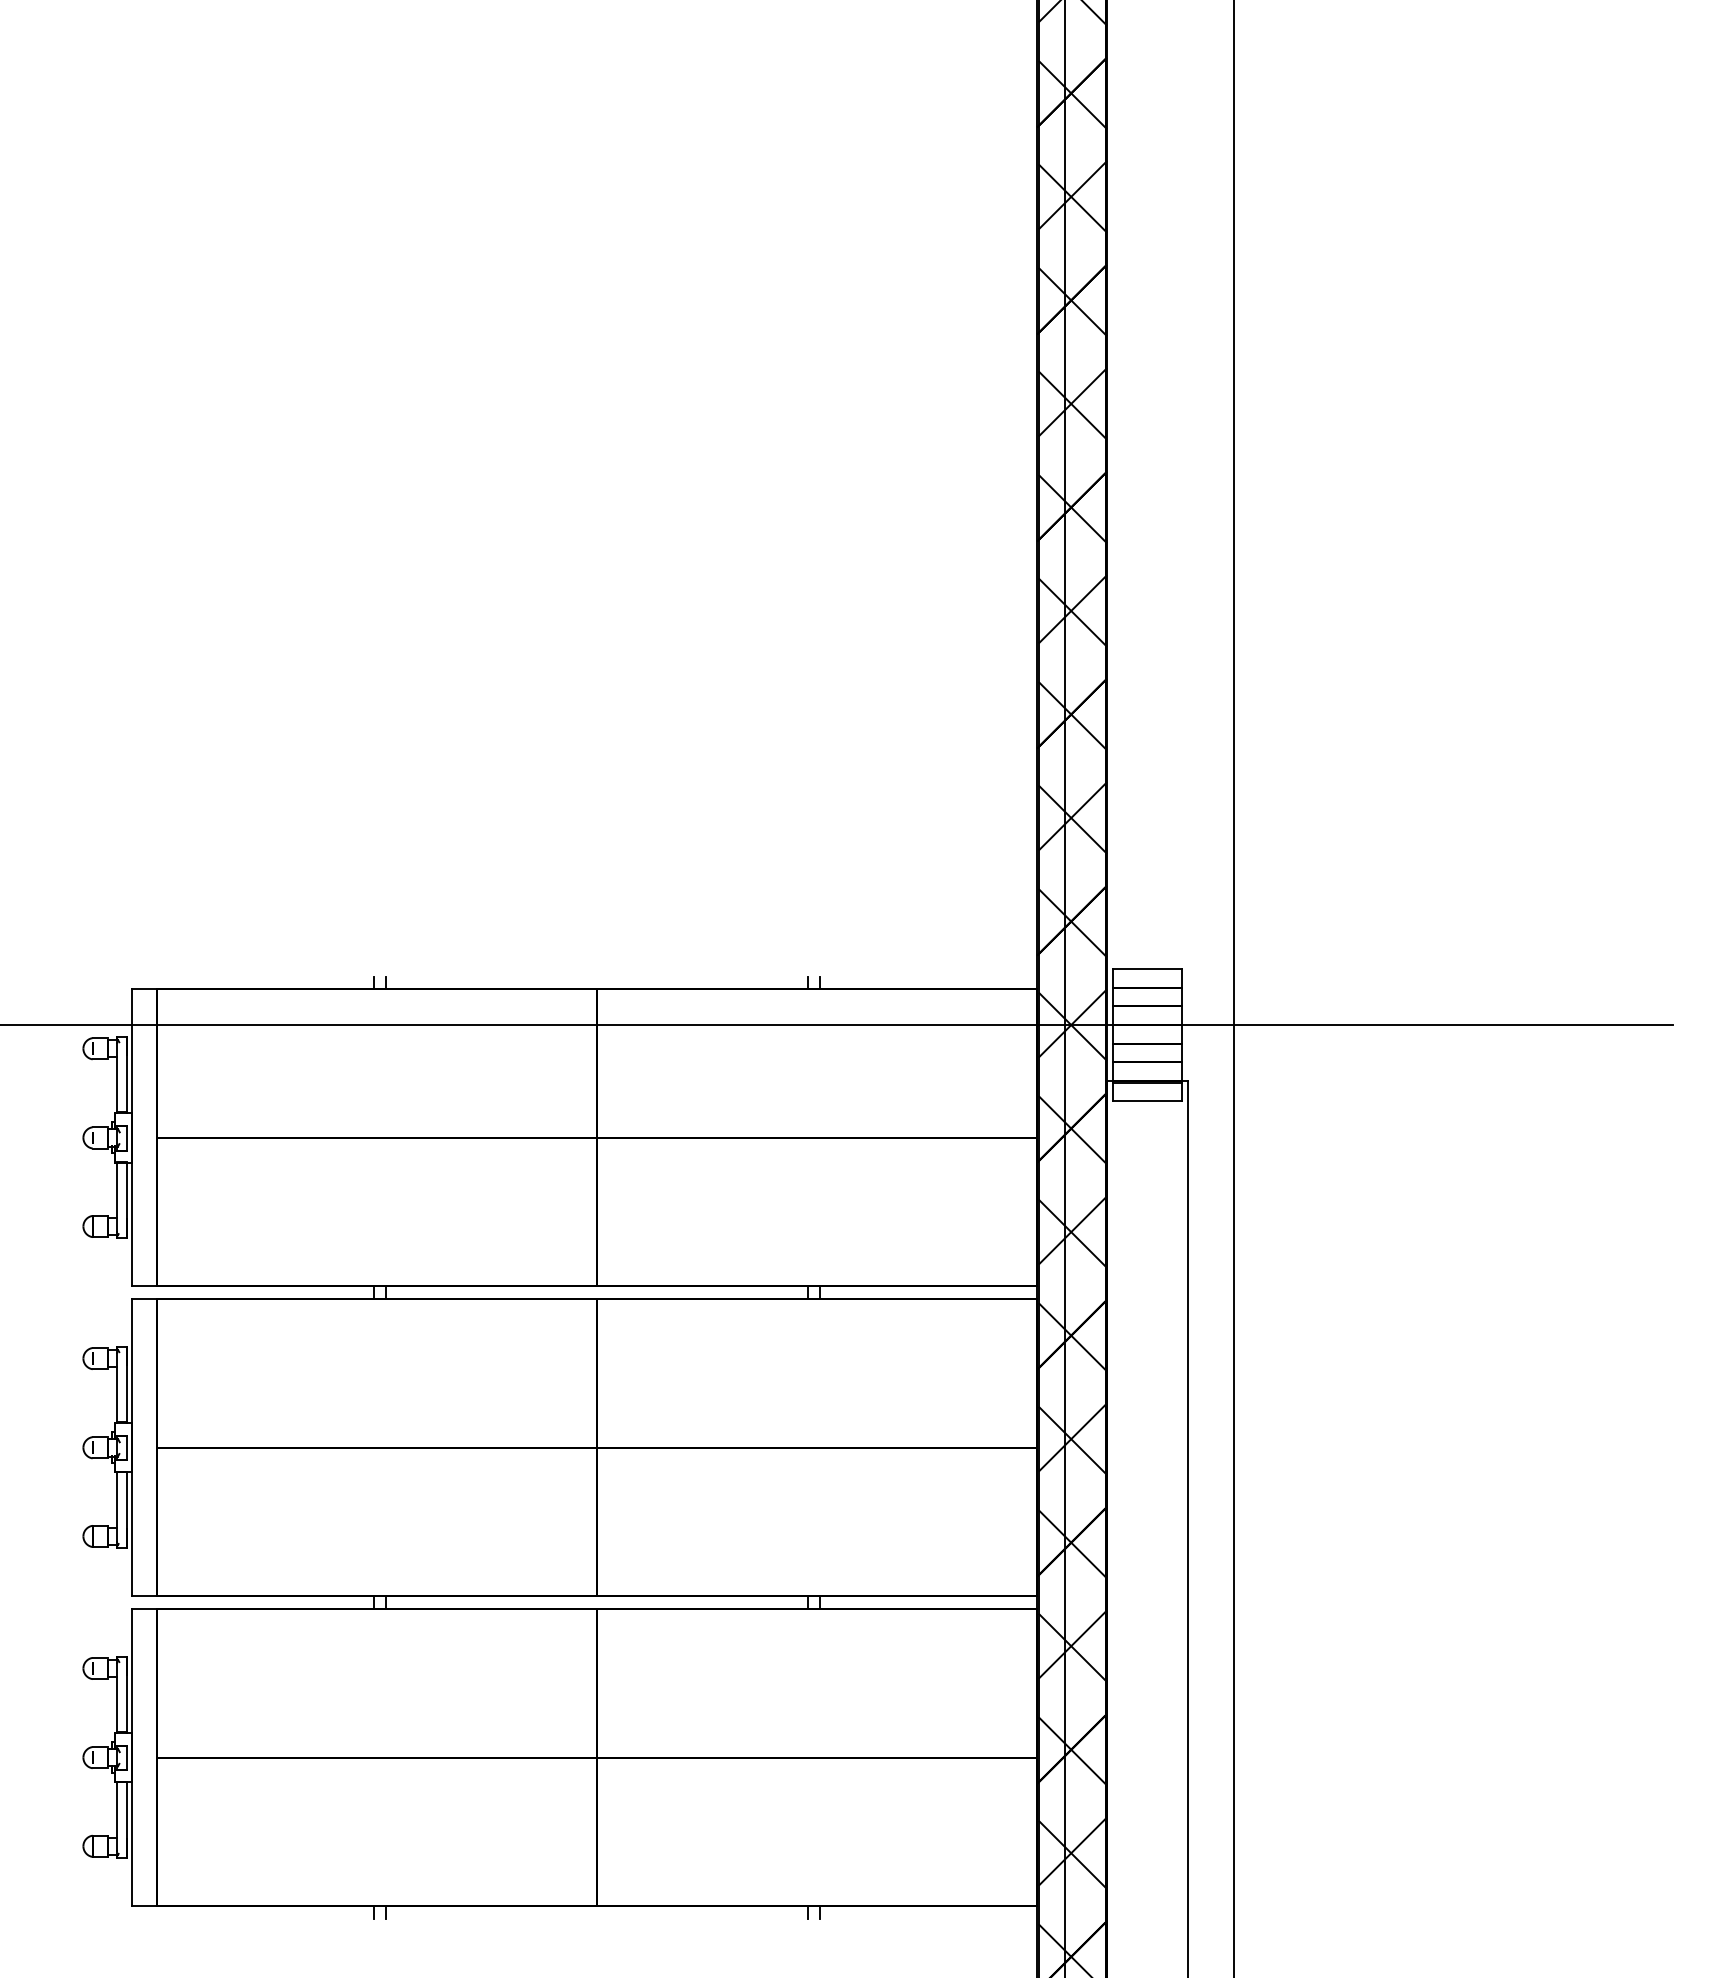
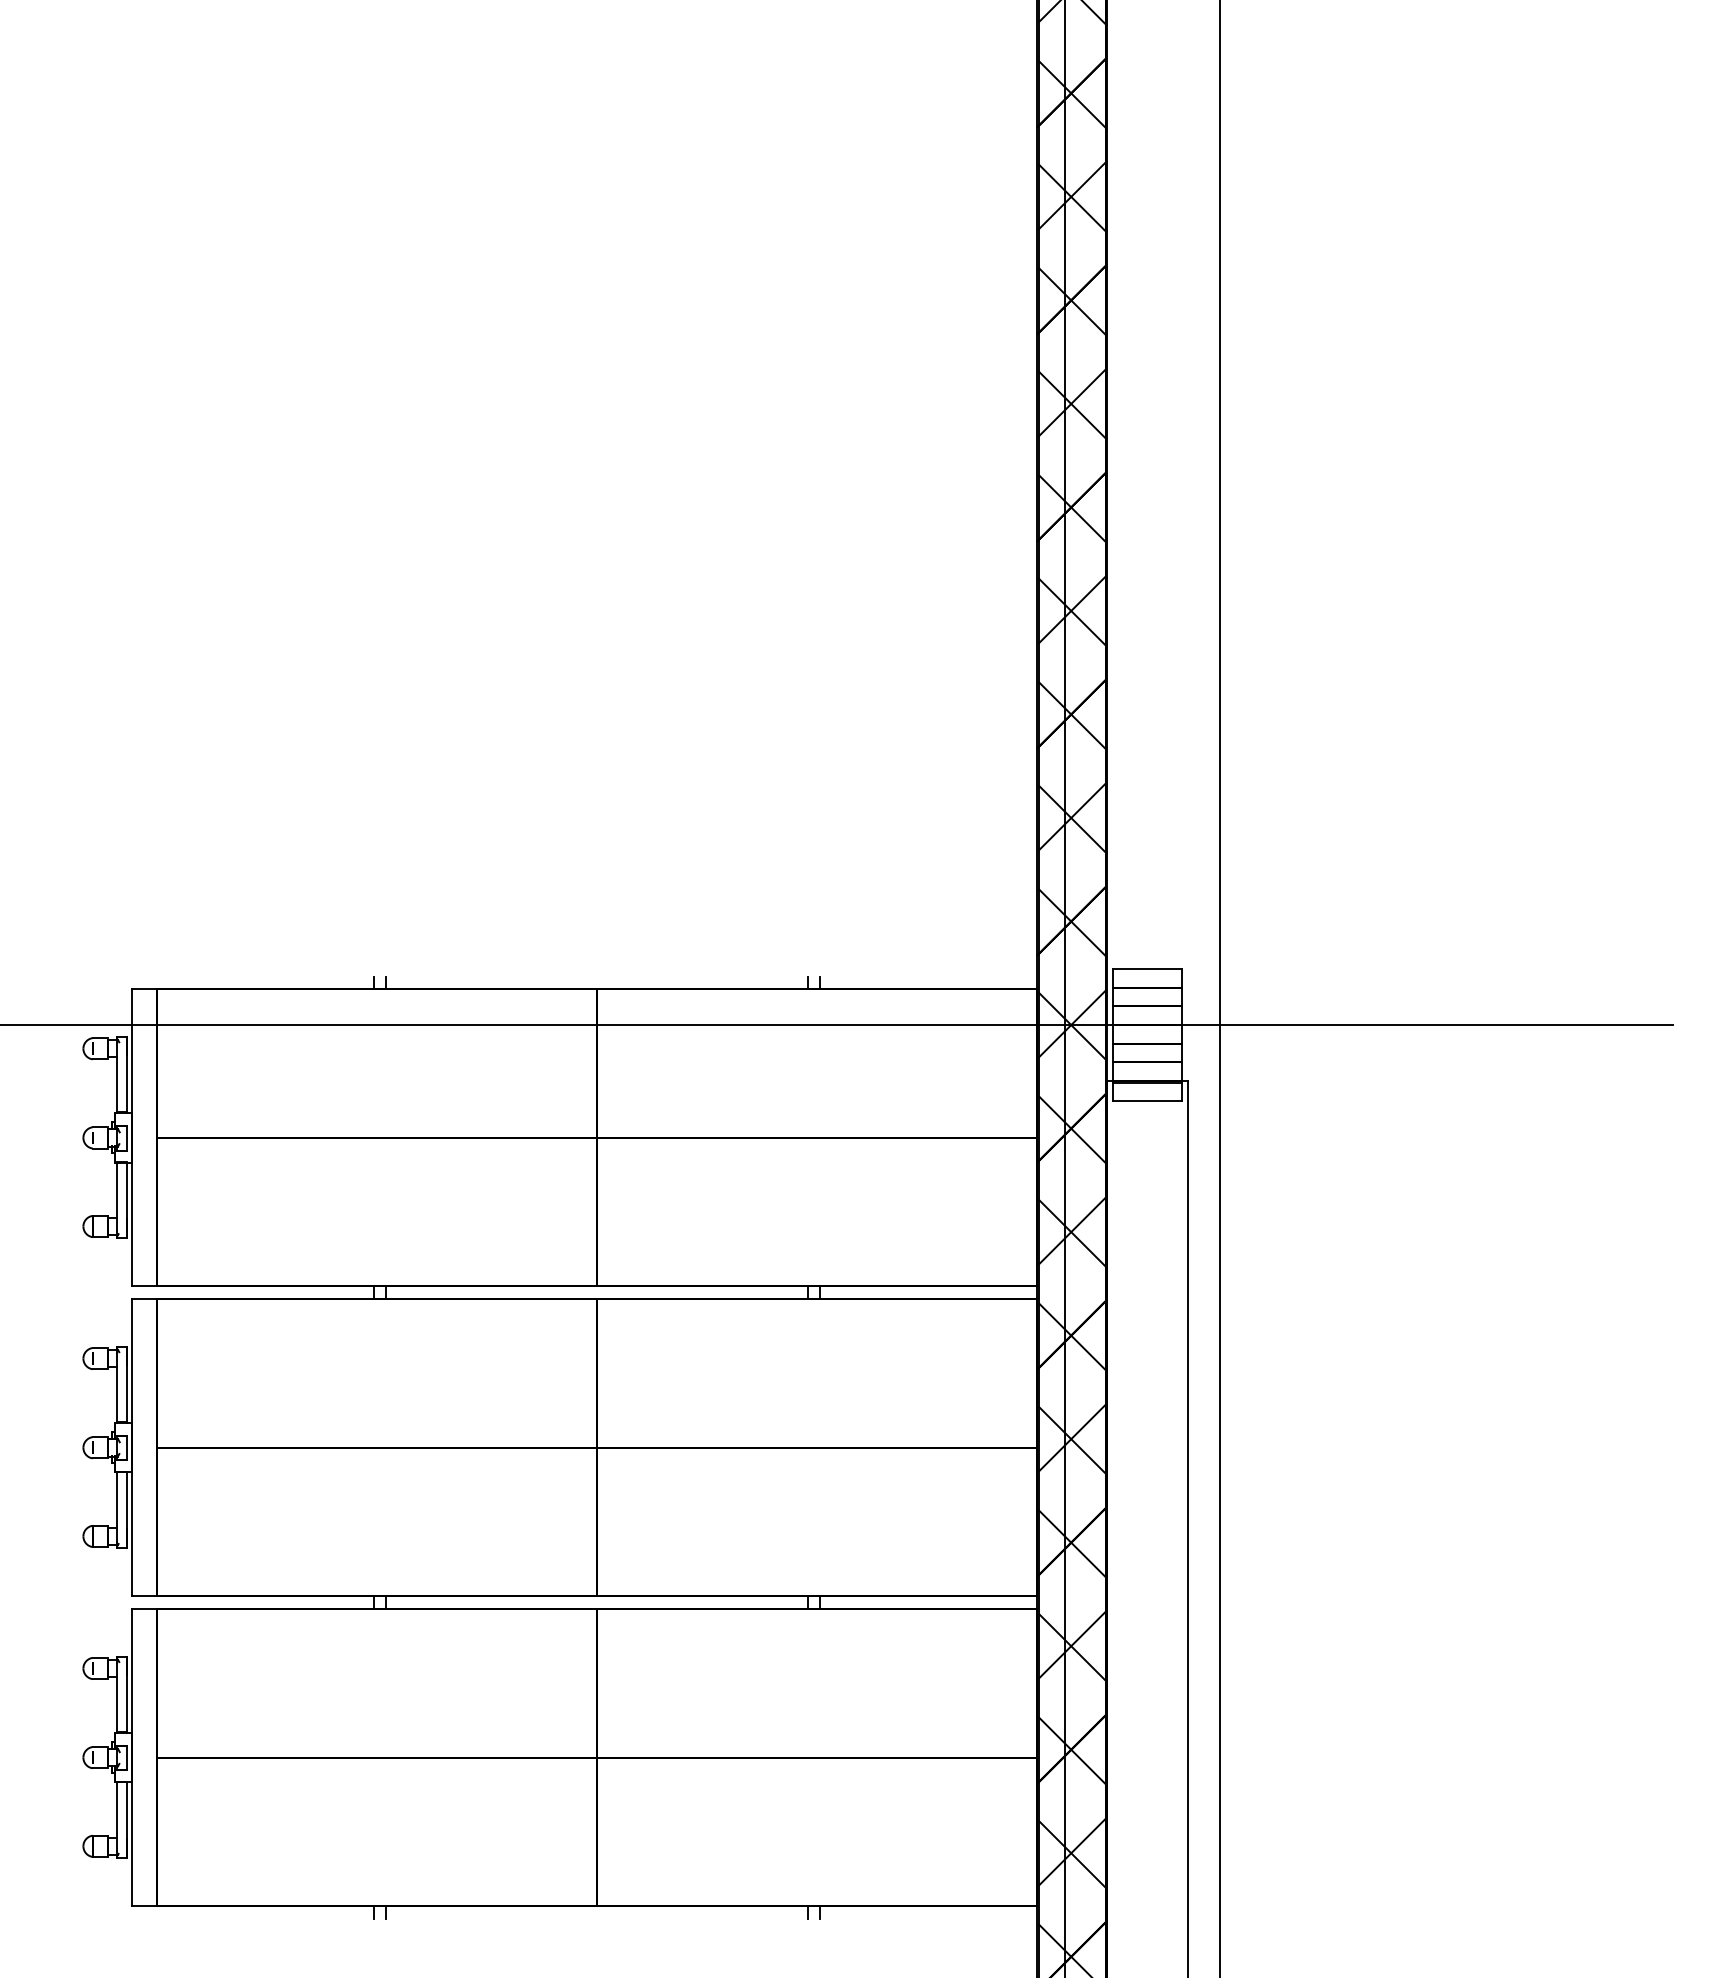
line at (1233, 988) position: (1233, 988) -> (1219, 988)
